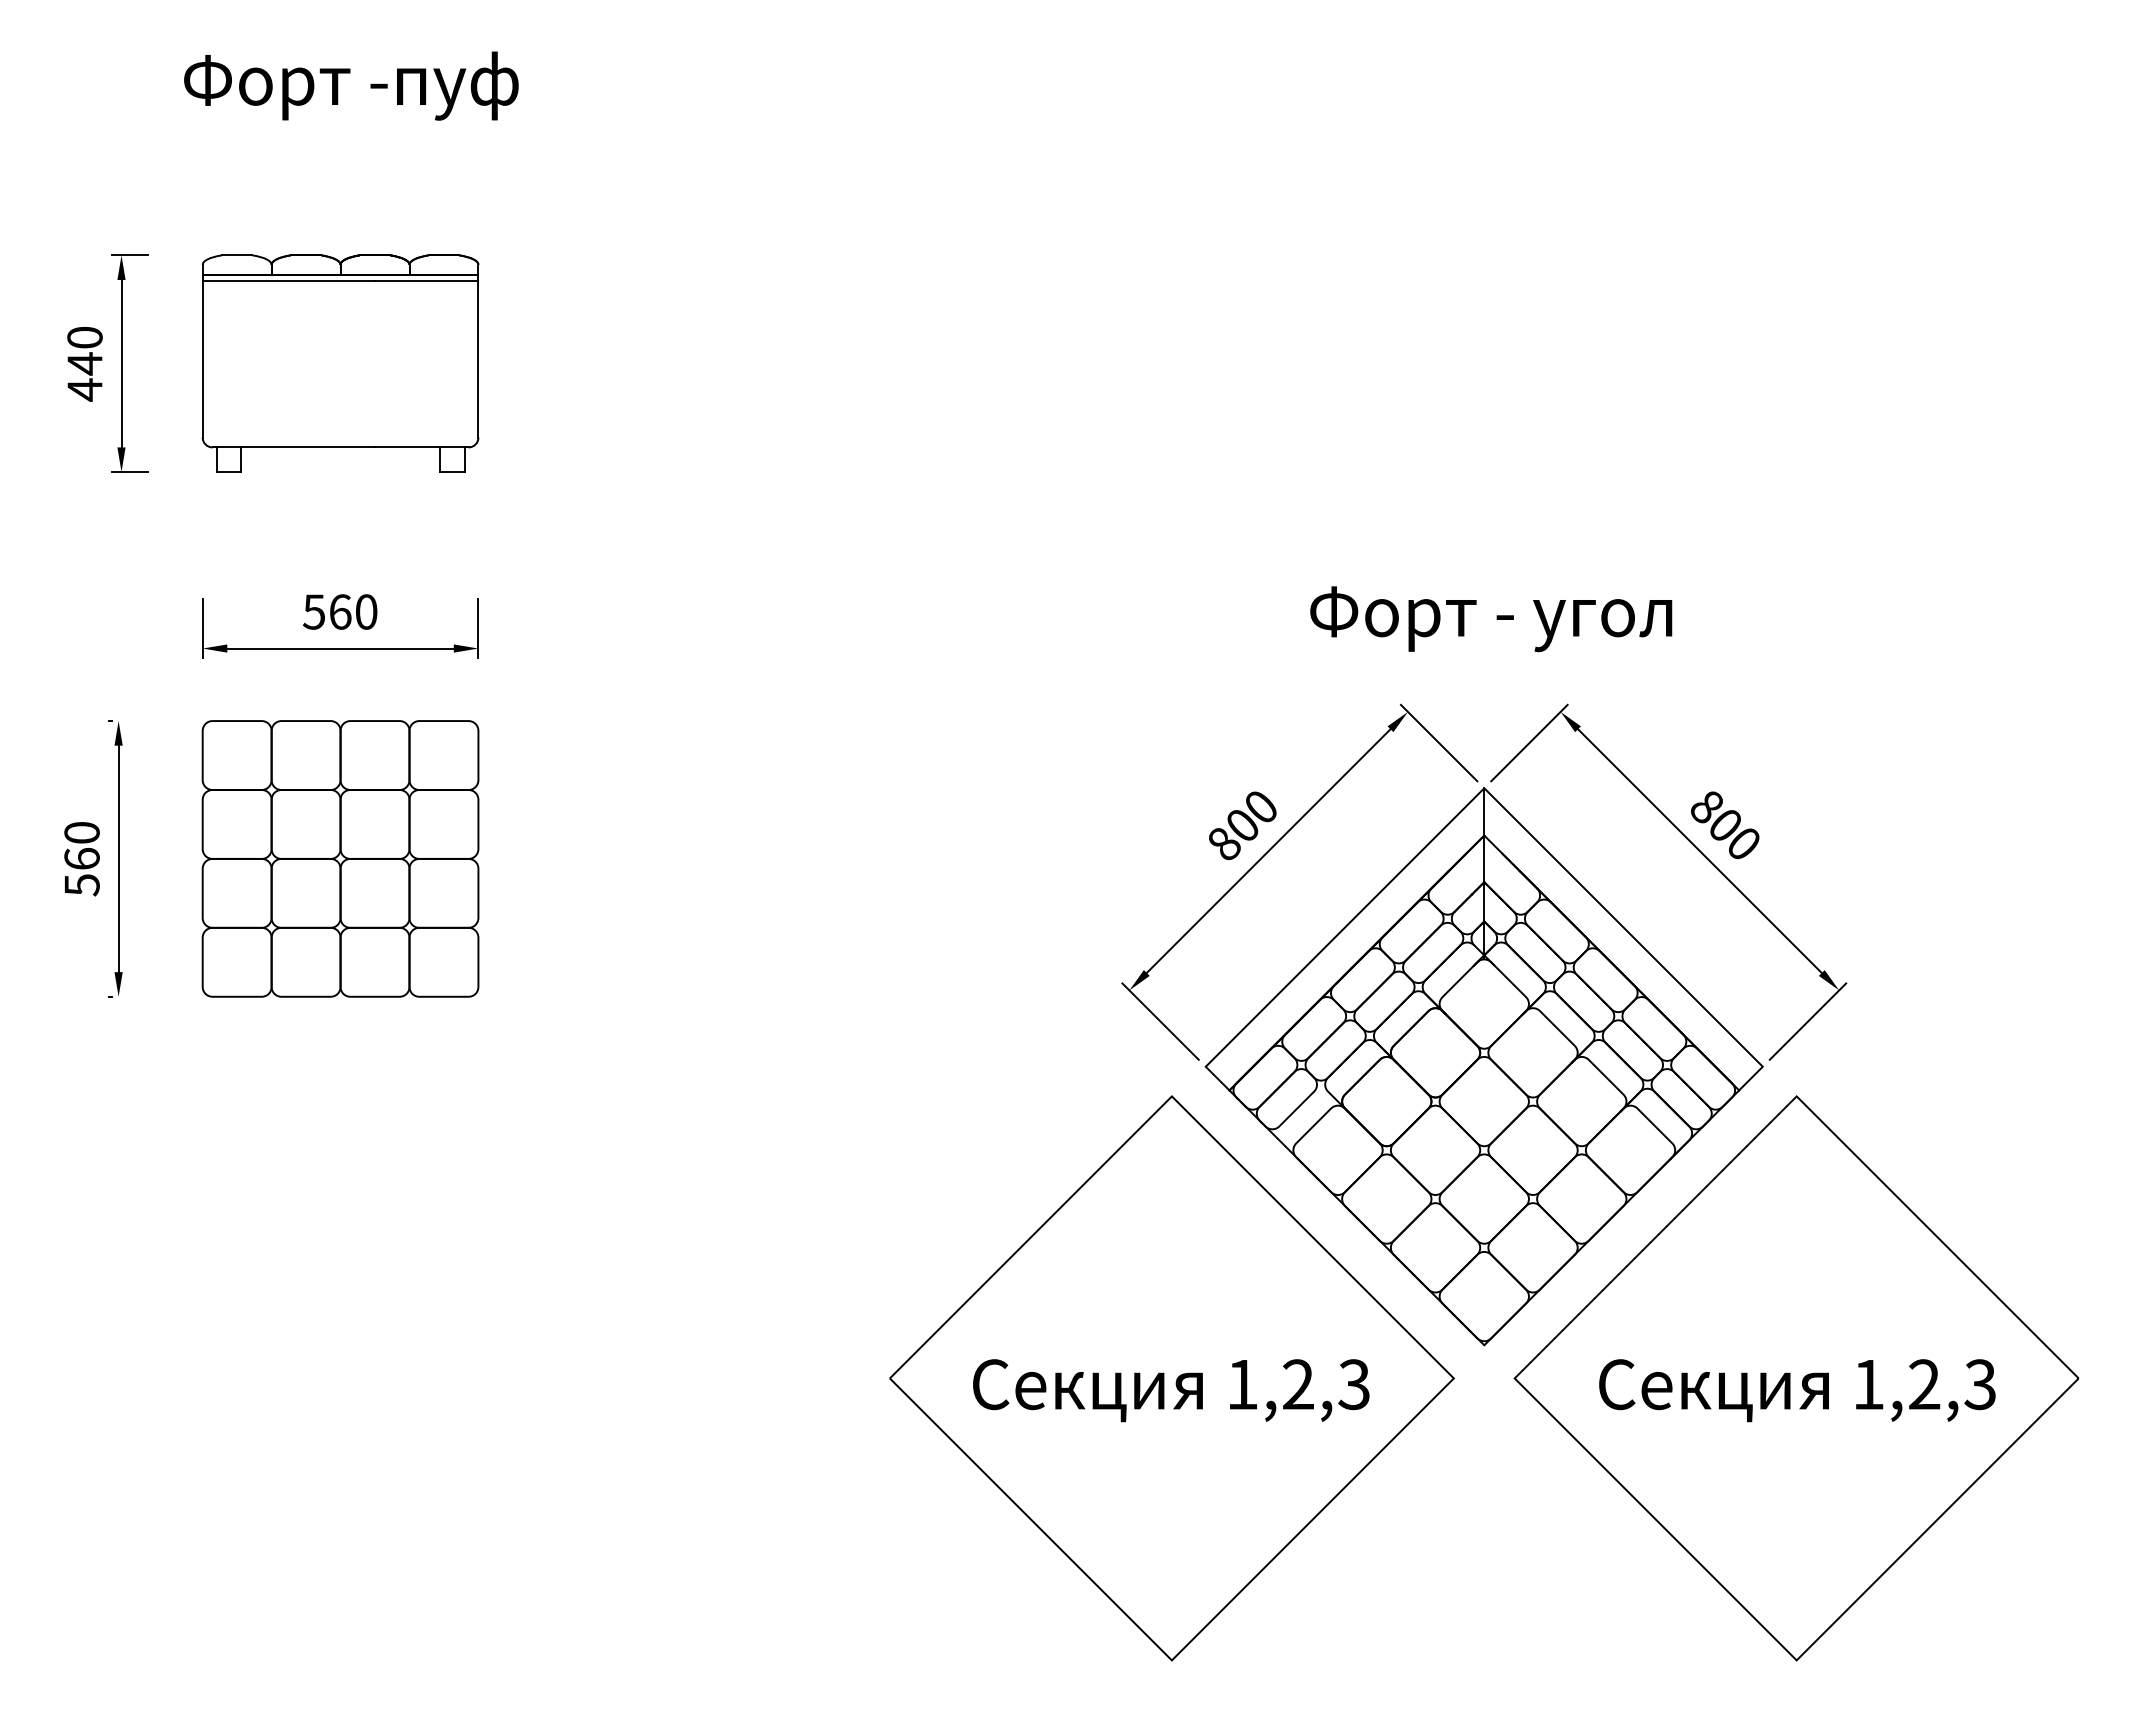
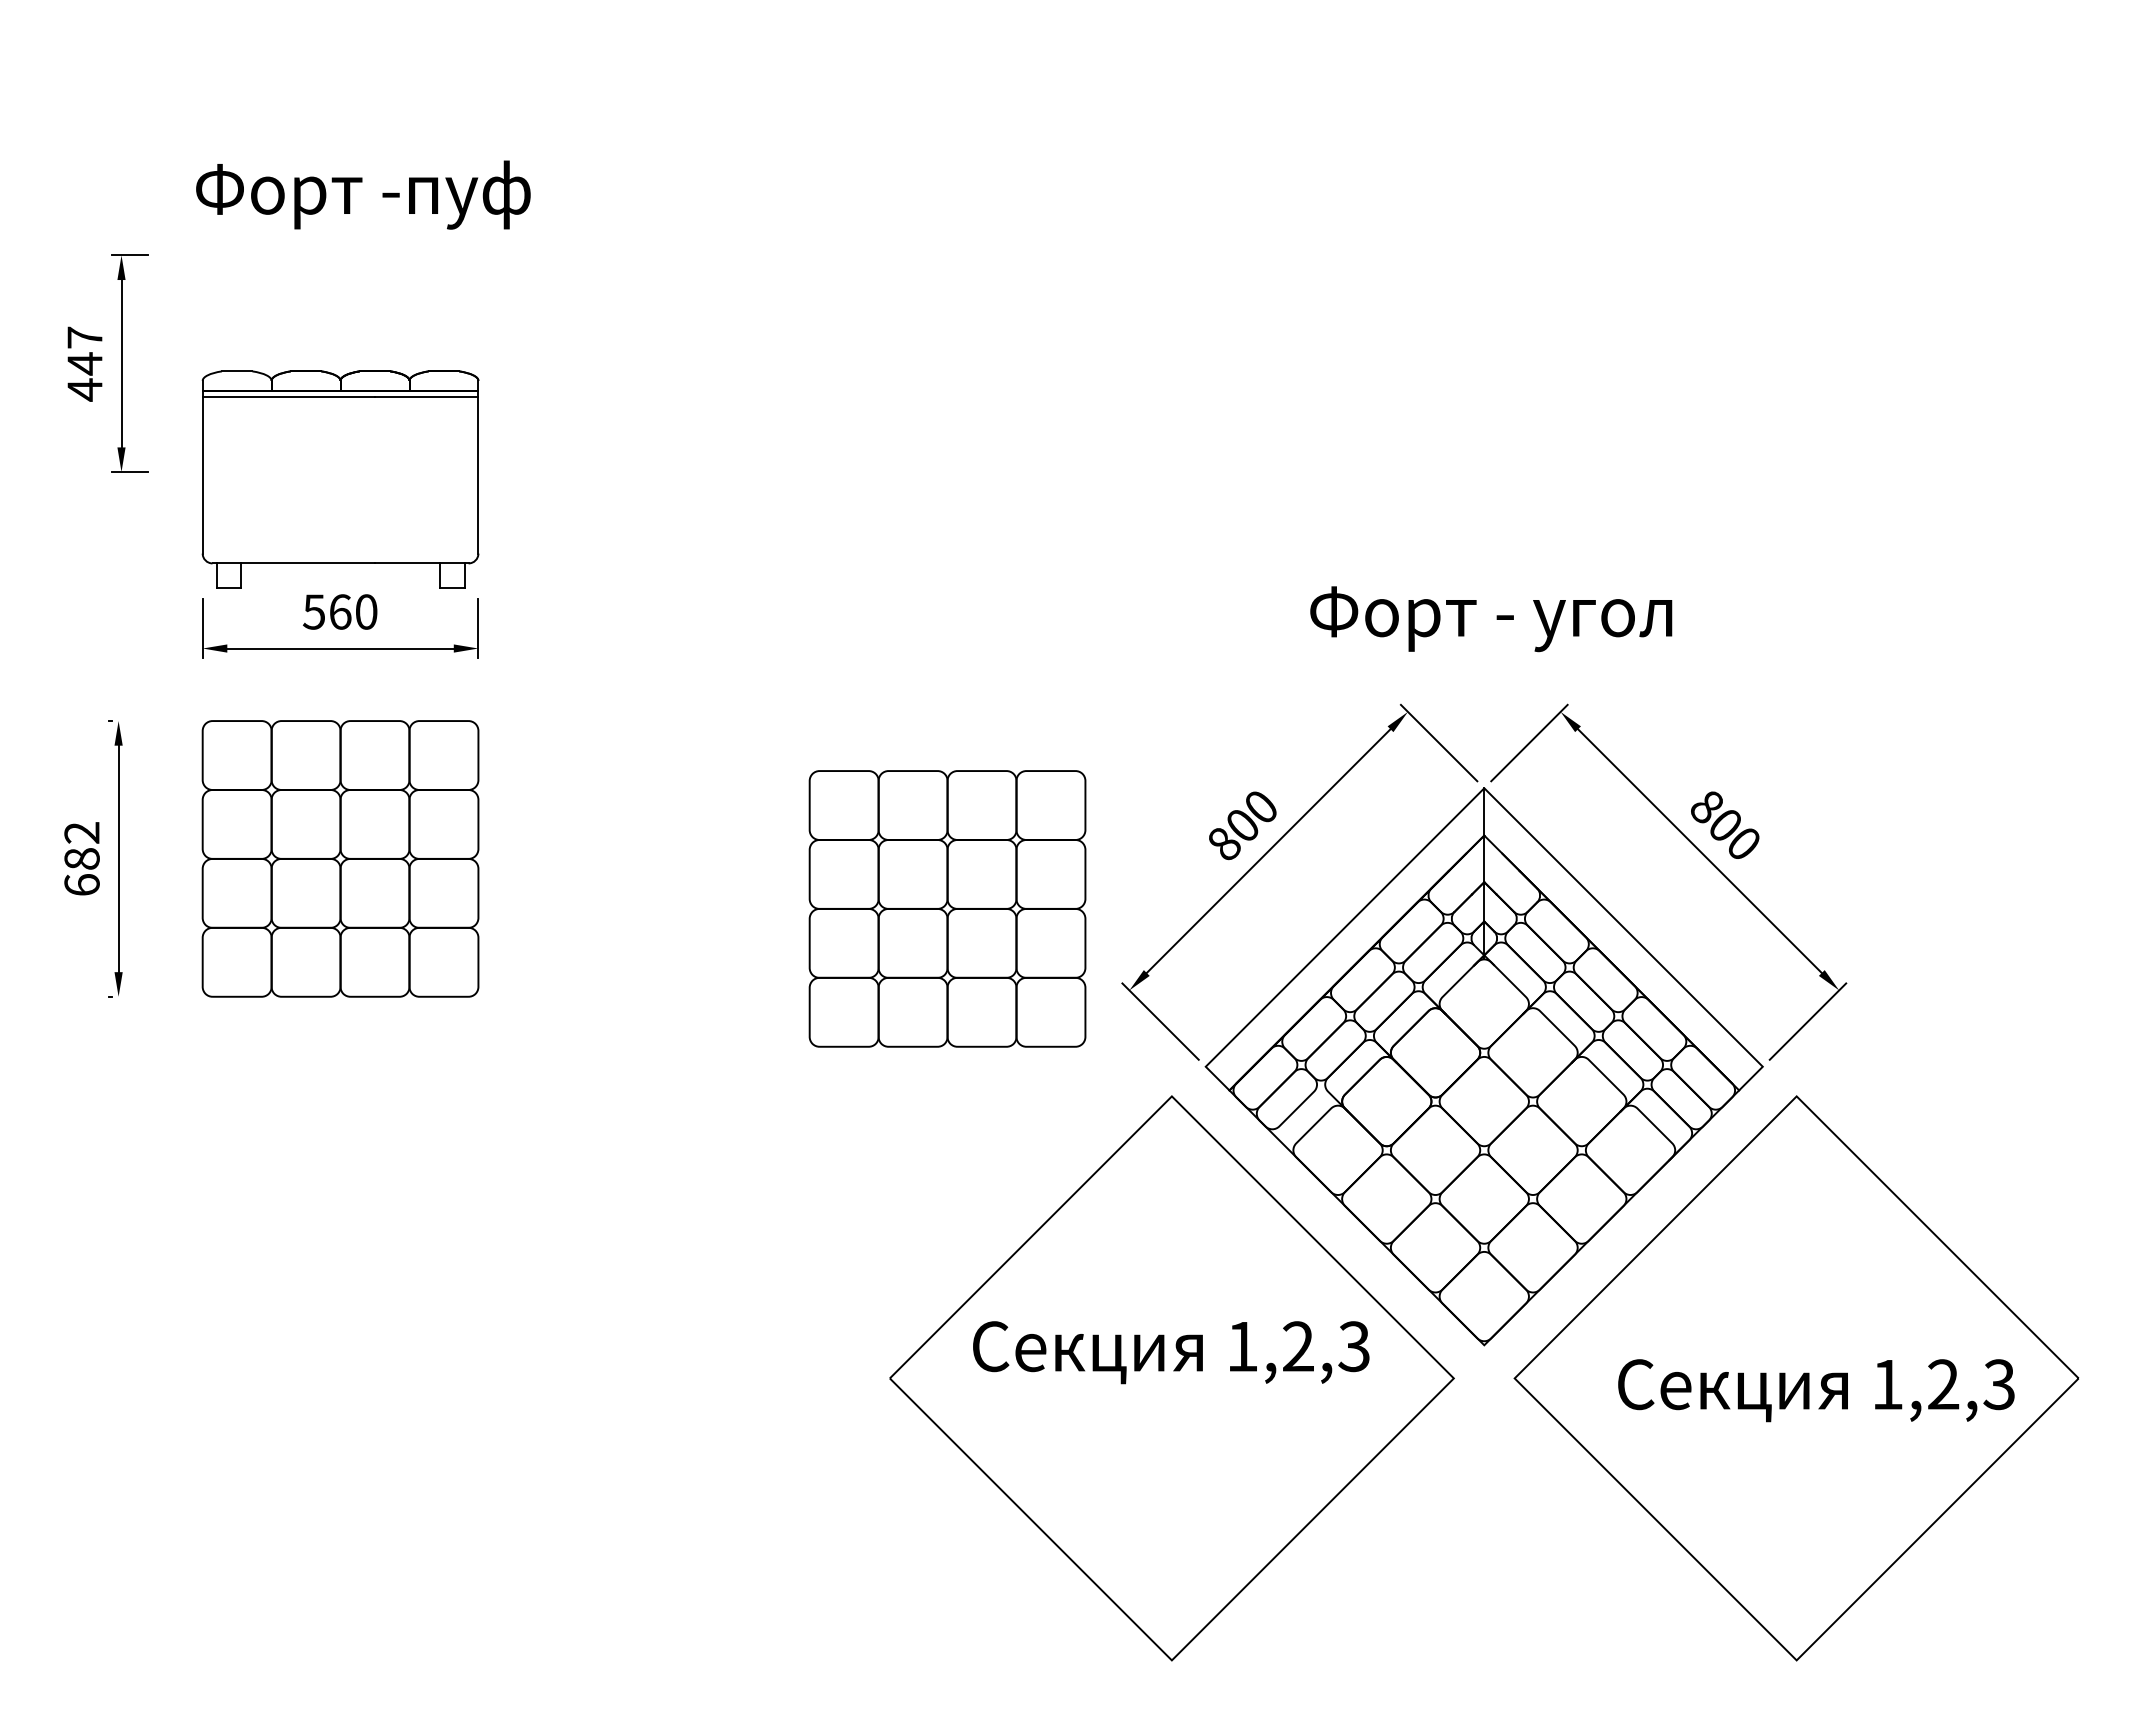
text at (351, 85) position: (351, 85) -> (363, 194)
text at (84, 337): 440 -> 447
part at (340, 363) position: (340, 363) -> (340, 479)
text at (81, 859): 560 -> 682
part at (947, 908): none -> present
text at (1171, 1390) position: (1171, 1390) -> (1171, 1352)
text at (1797, 1390) position: (1797, 1390) -> (1816, 1390)
